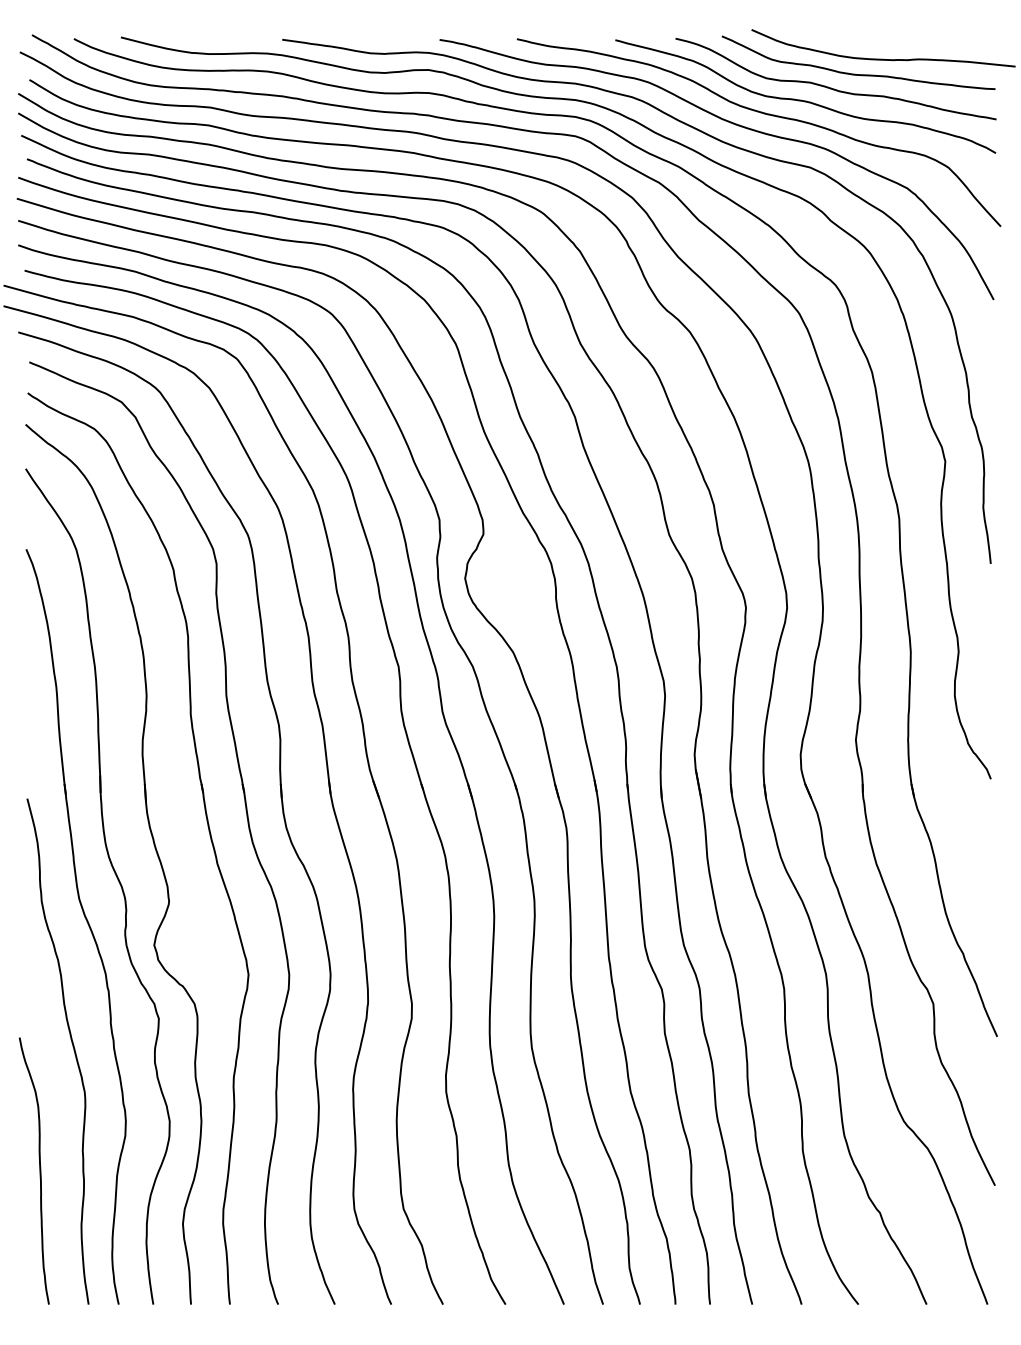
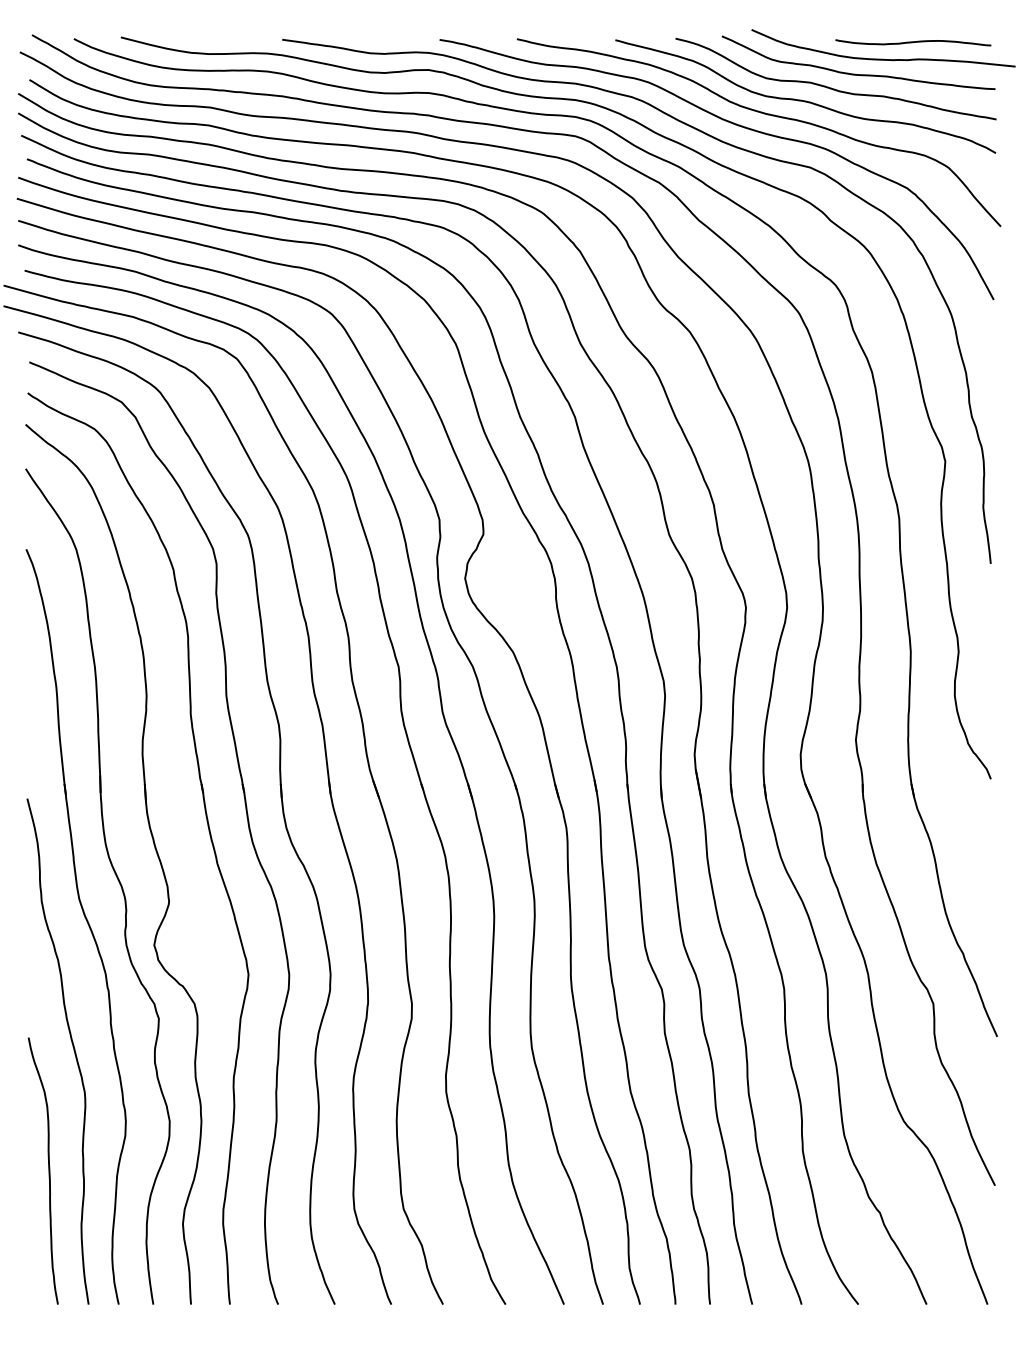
curve at (913, 42): none -> present
curve at (39, 1170) position: (39, 1170) -> (48, 1170)
